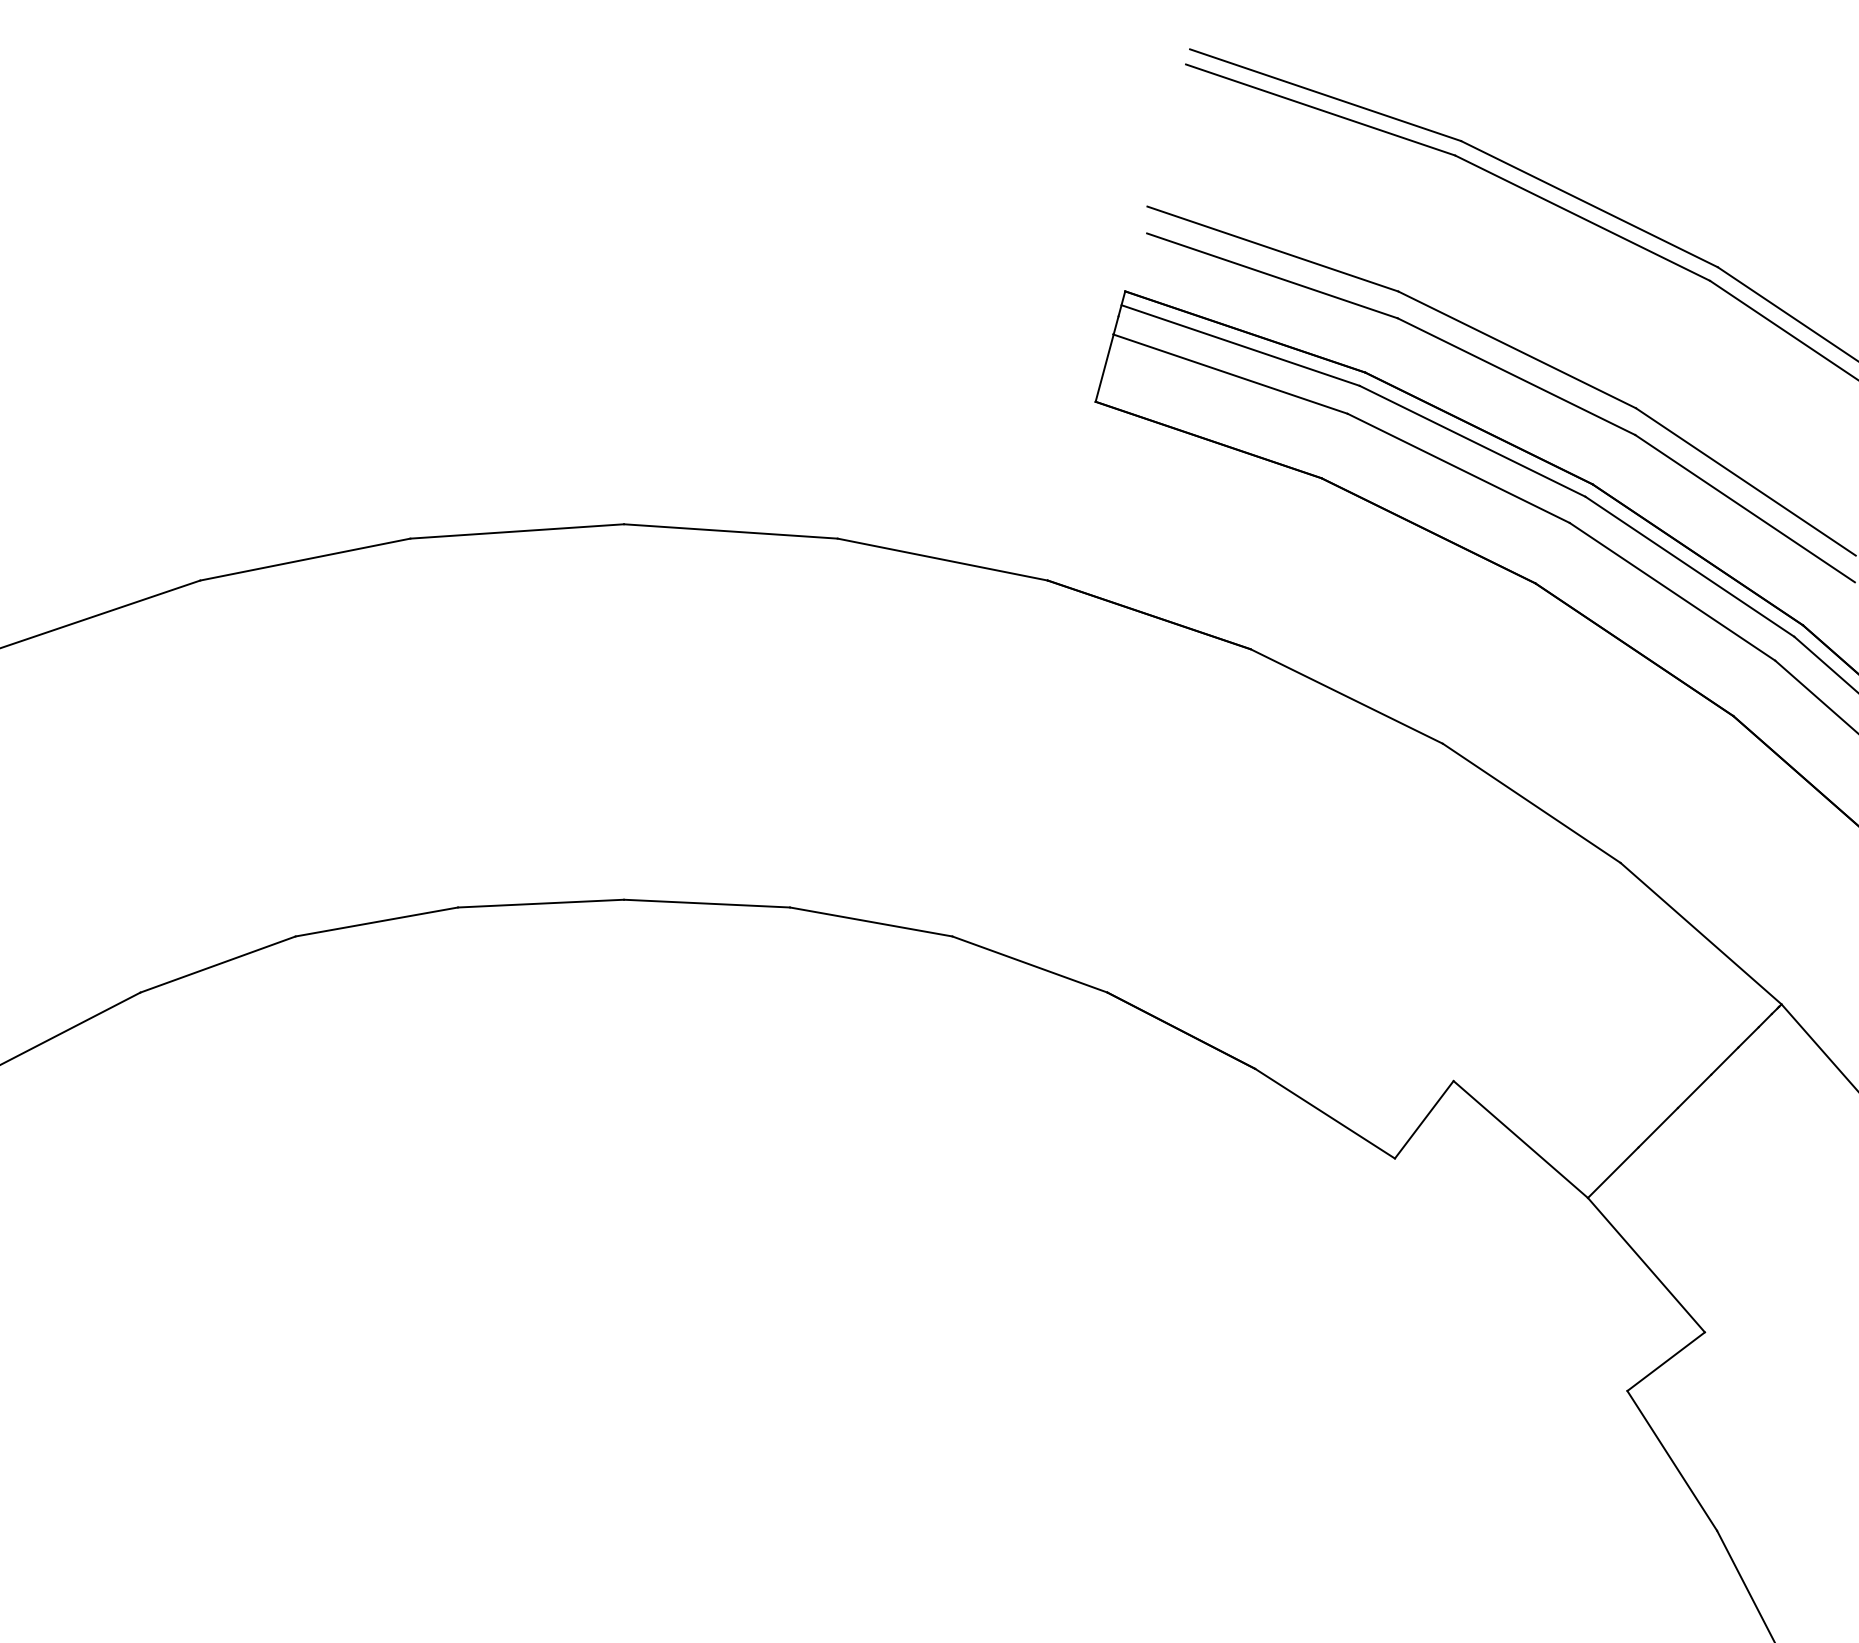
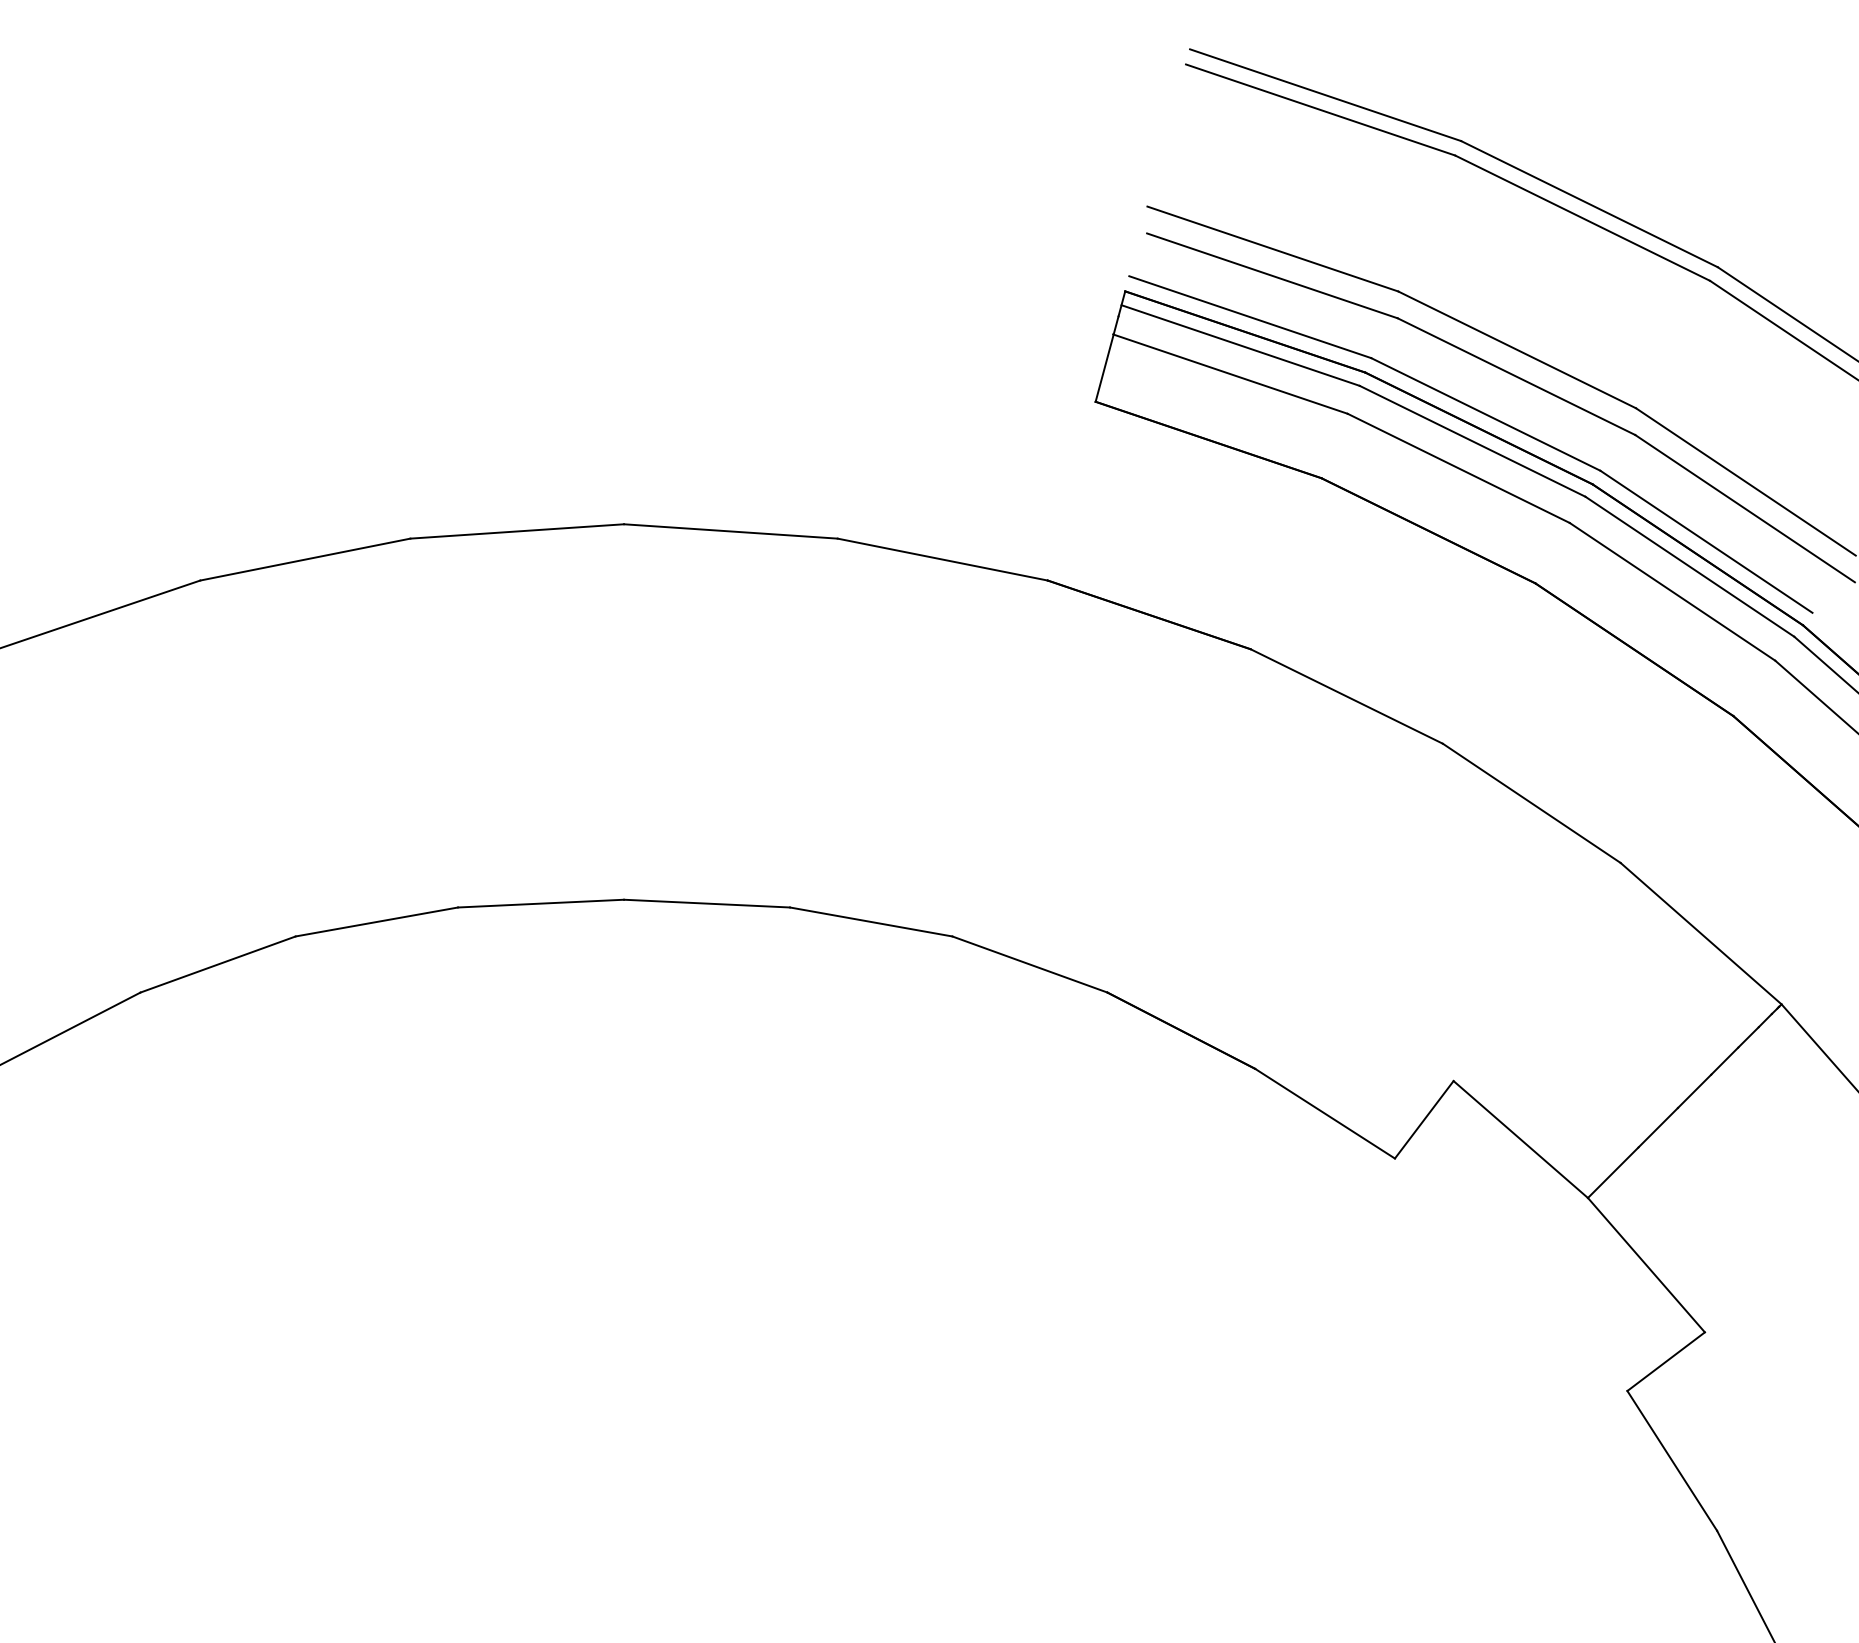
part at (1485, 415): none -> present
